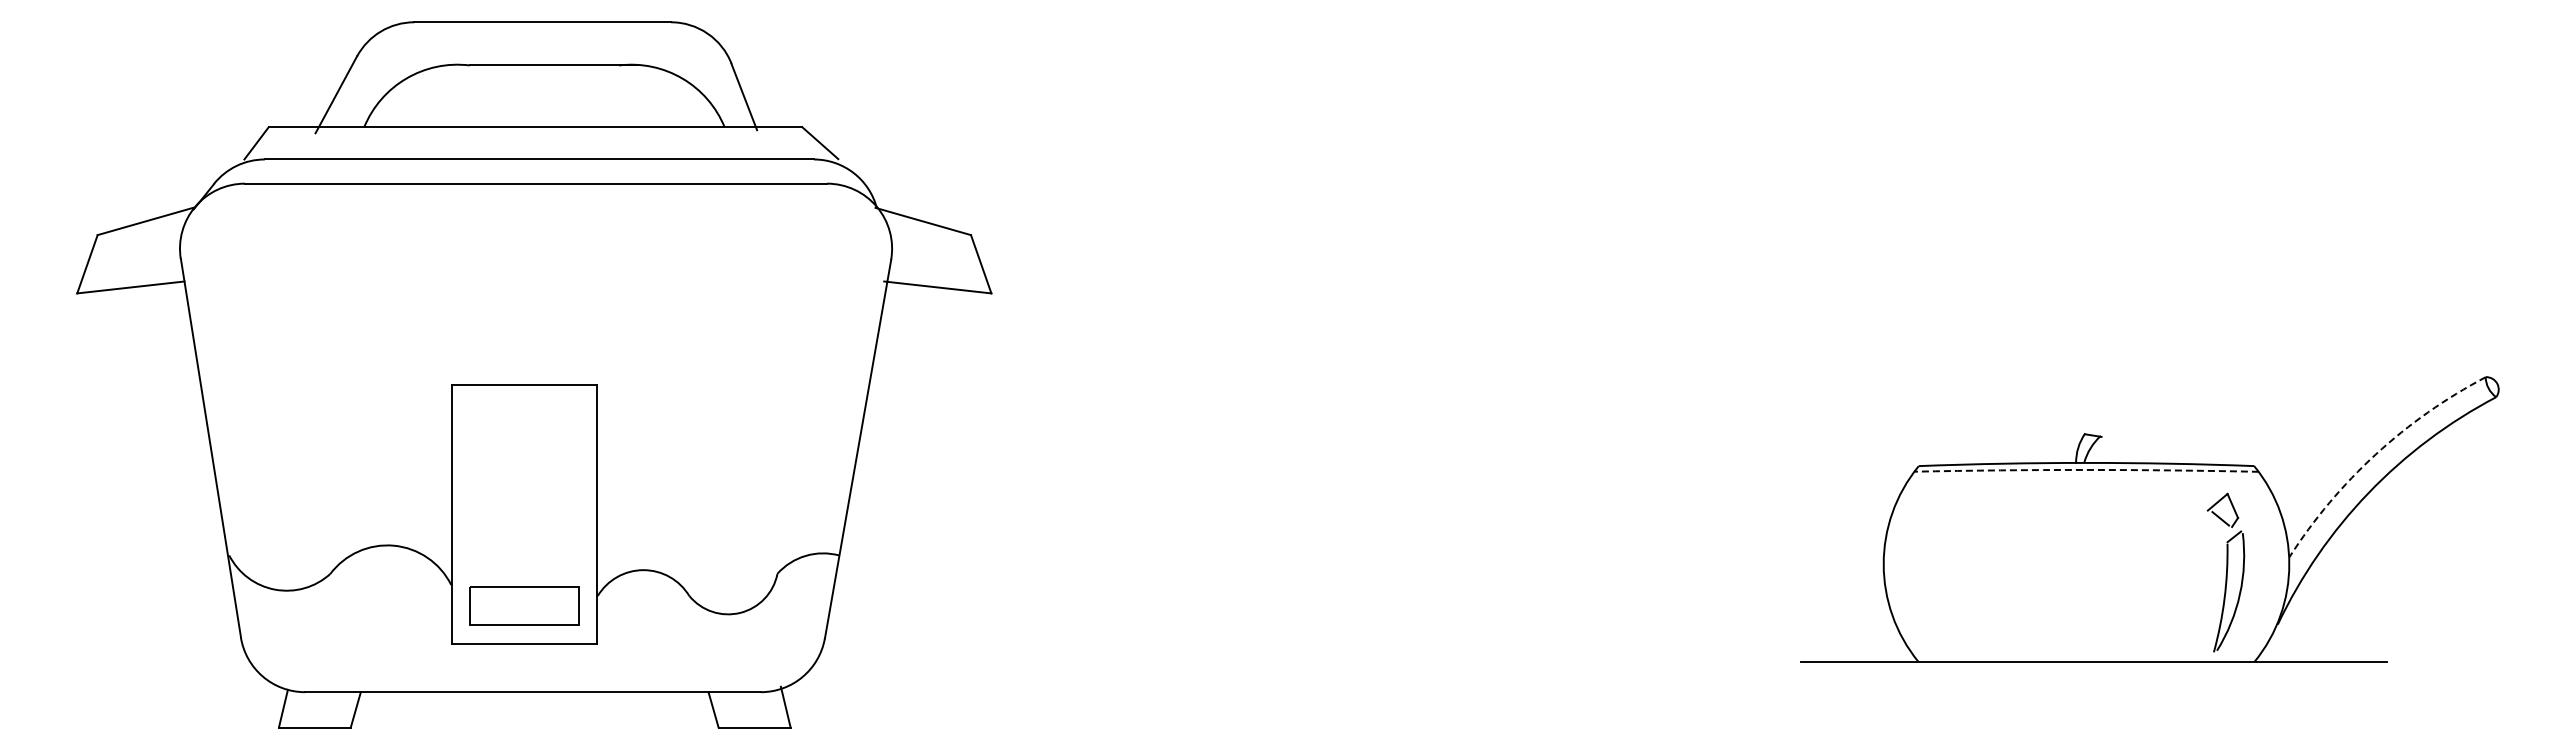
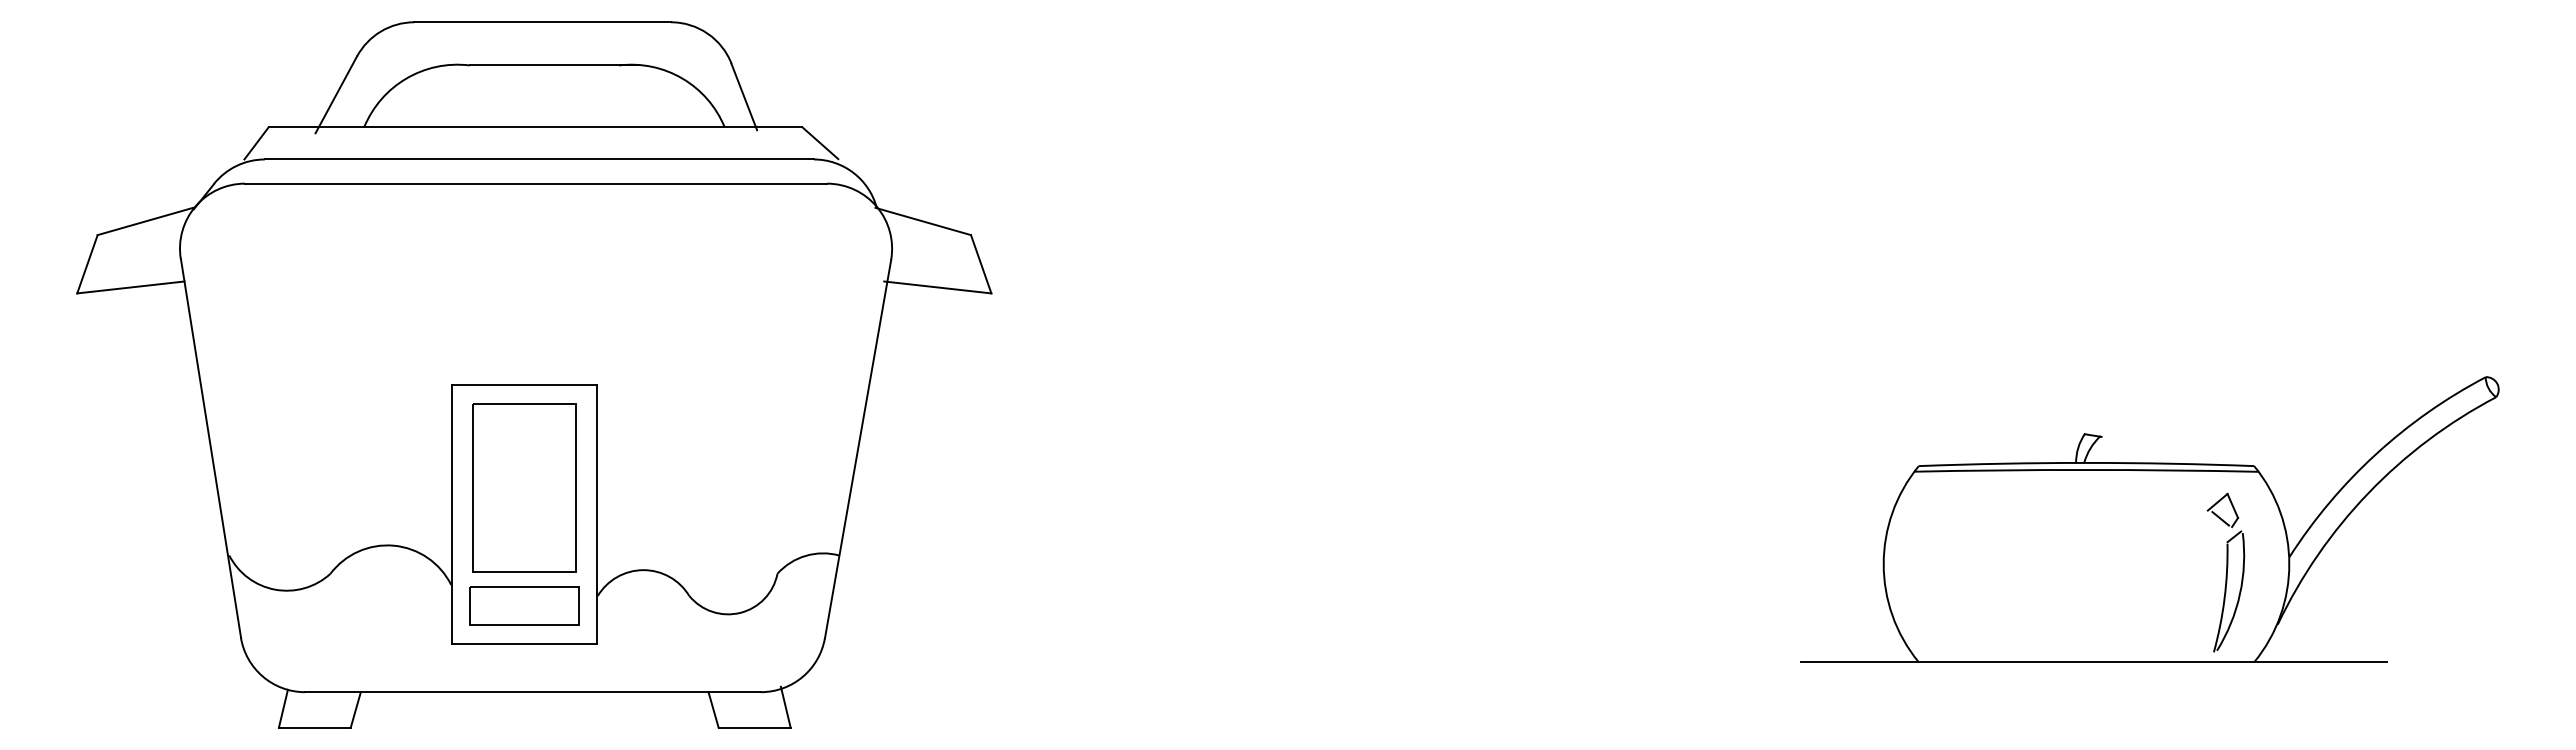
arc at (2375, 454): dashed -> solid
arc at (2086, 469): dashed -> solid
part at (524, 487): none -> present
